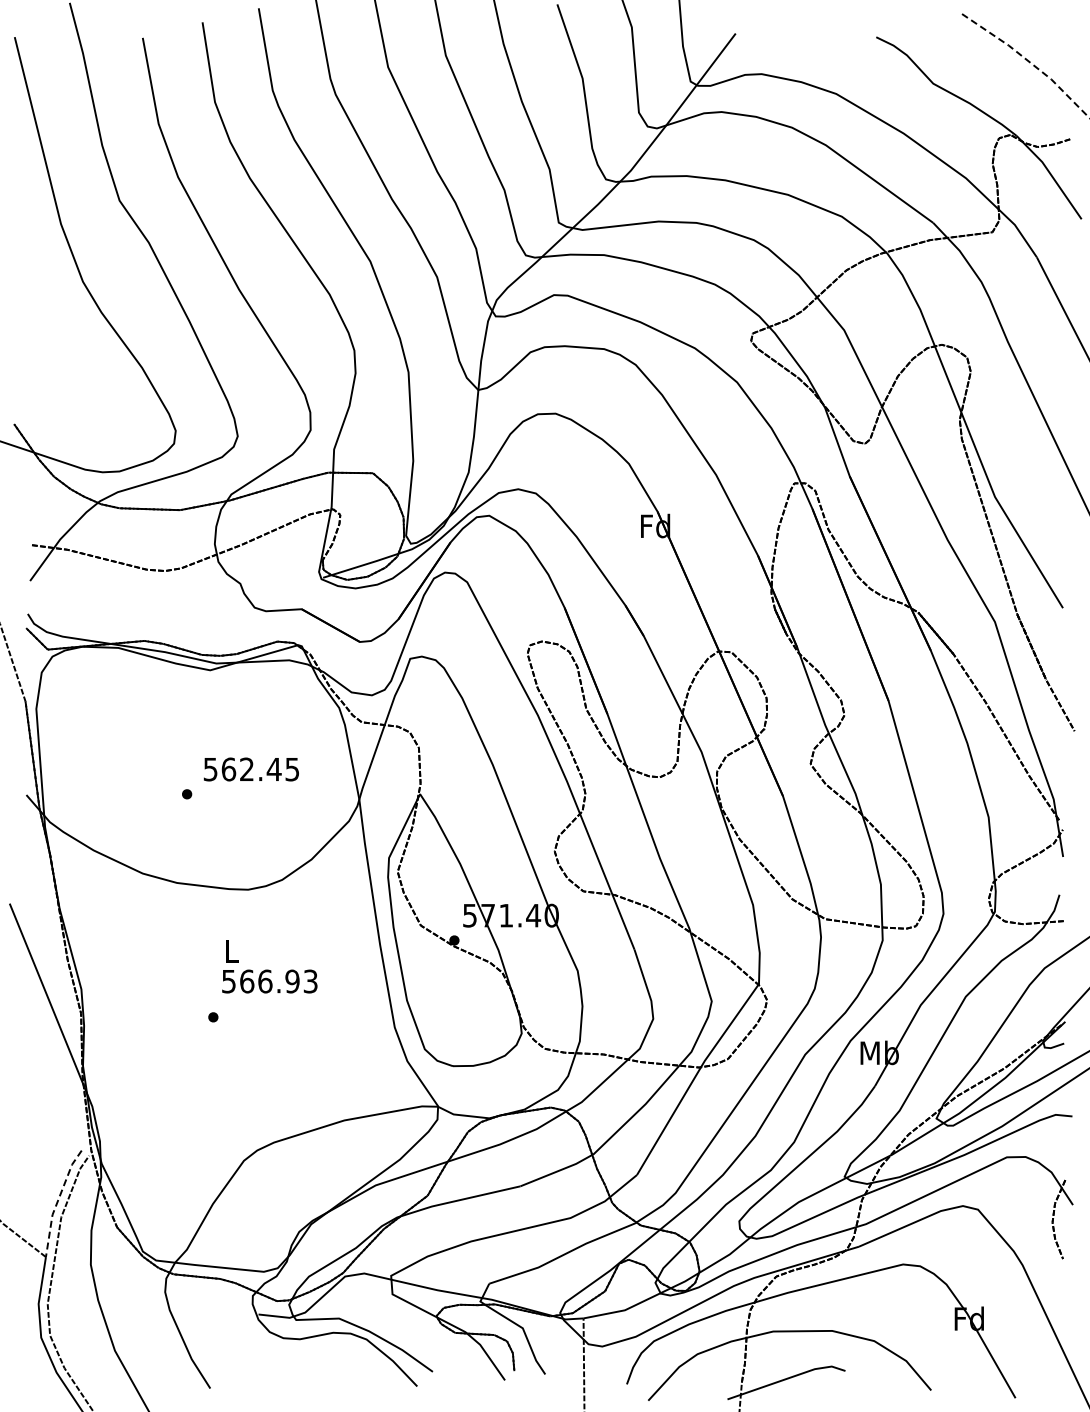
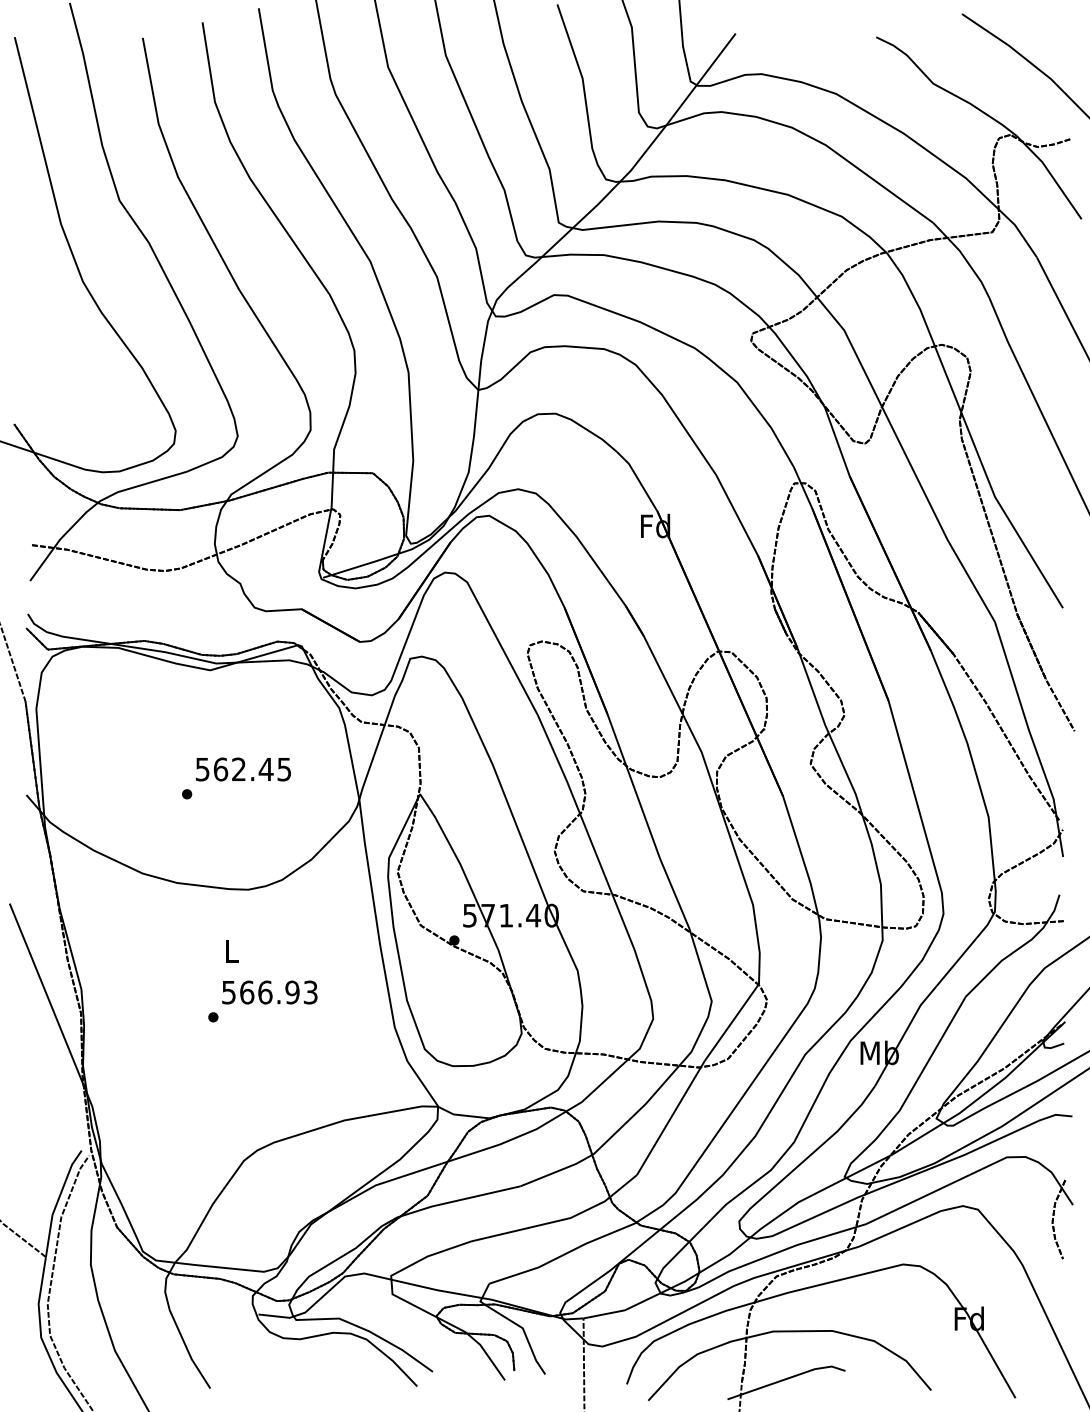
line at (1029, 62): dashed -> solid
text at (250, 769) position: (250, 769) -> (242, 769)
text at (269, 981) position: (269, 981) -> (269, 992)
line at (57, 1201): dashed -> solid
